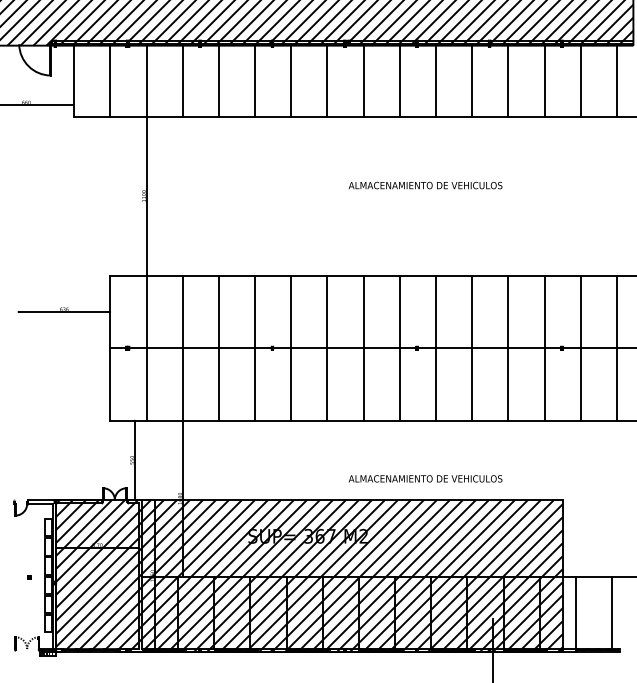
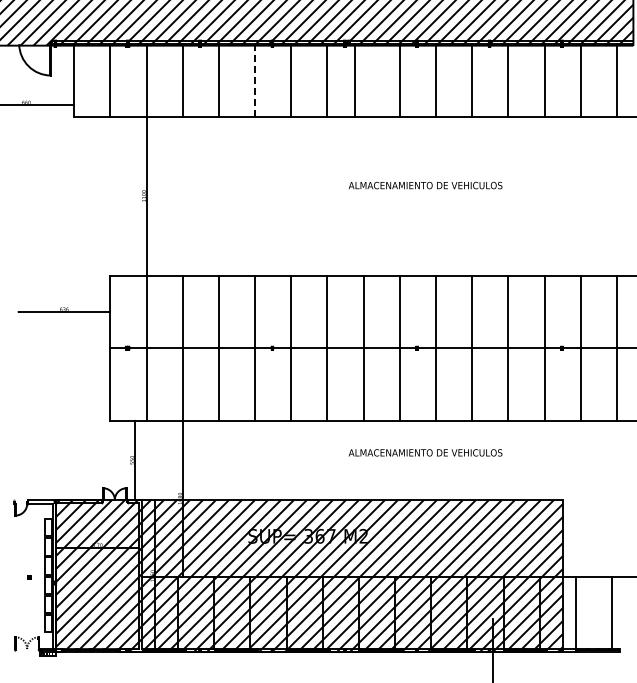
line at (255, 79): solid -> dashed
line at (363, 80) position: (363, 80) -> (354, 80)
text at (425, 478) position: (425, 478) -> (425, 452)
